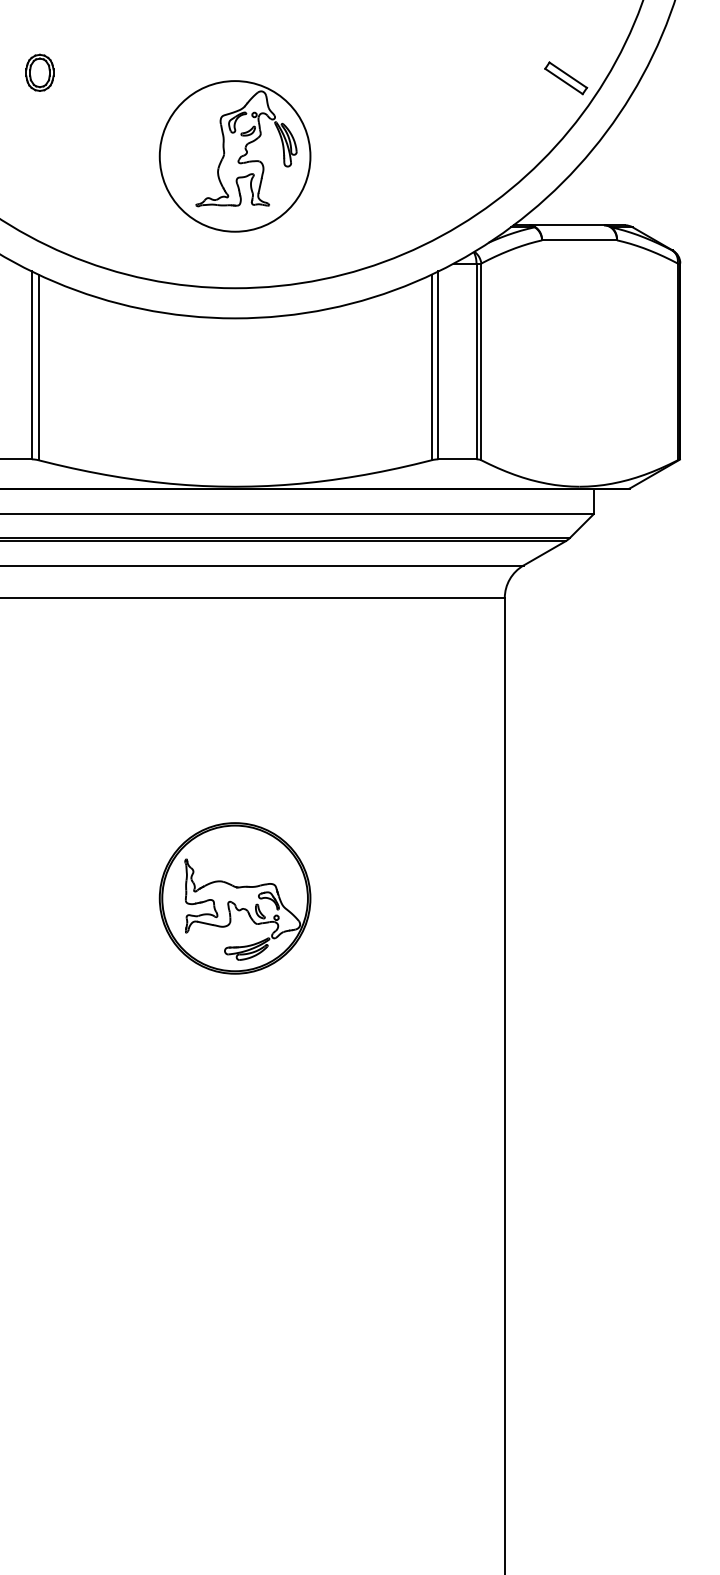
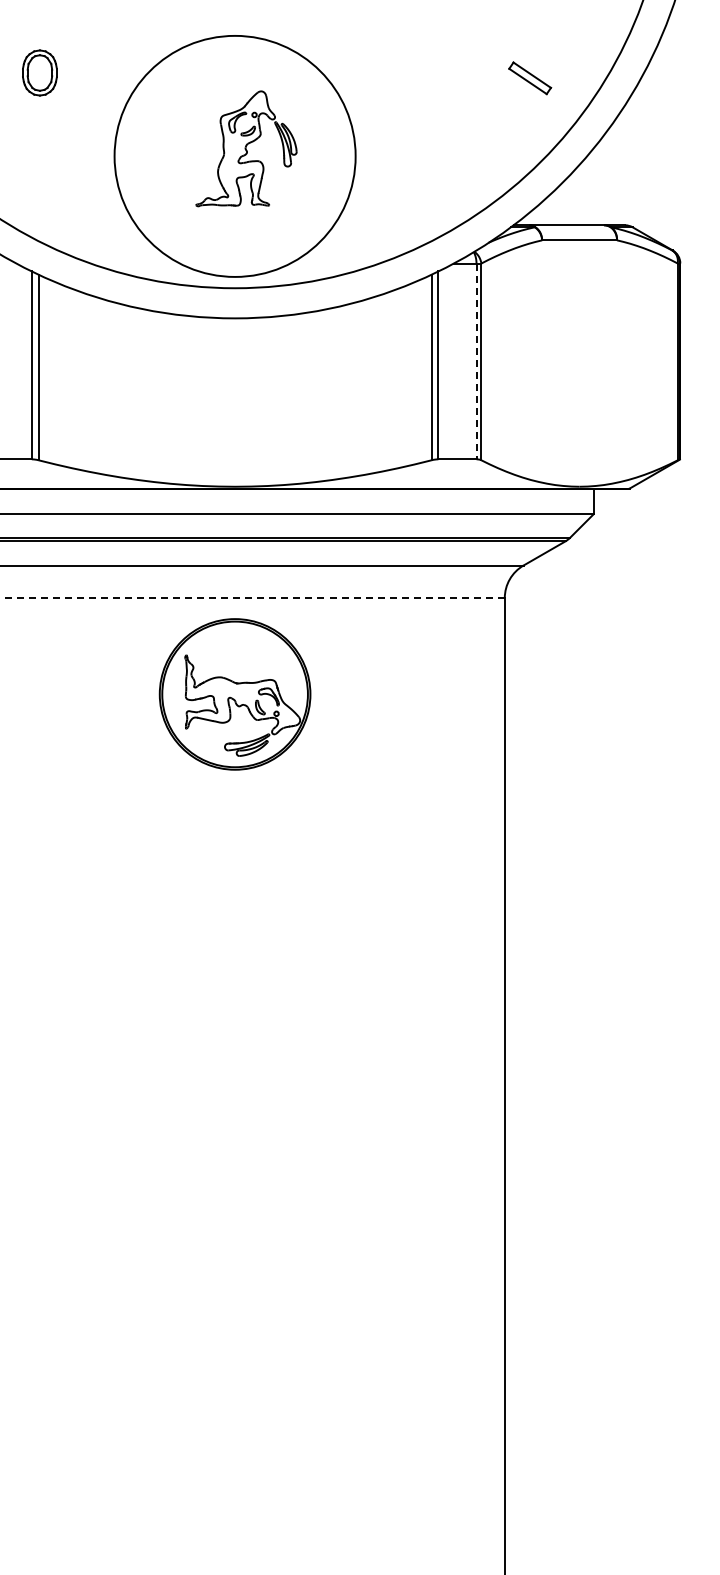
part at (39, 72) size: 30x39 px -> 36x48 px
part at (566, 78) position: (566, 78) -> (530, 78)
circle at (234, 156) diameter: 151 px -> 241 px
line at (476, 361): solid -> dashed
line at (252, 598): solid -> dashed
part at (234, 898) position: (234, 898) -> (234, 694)
